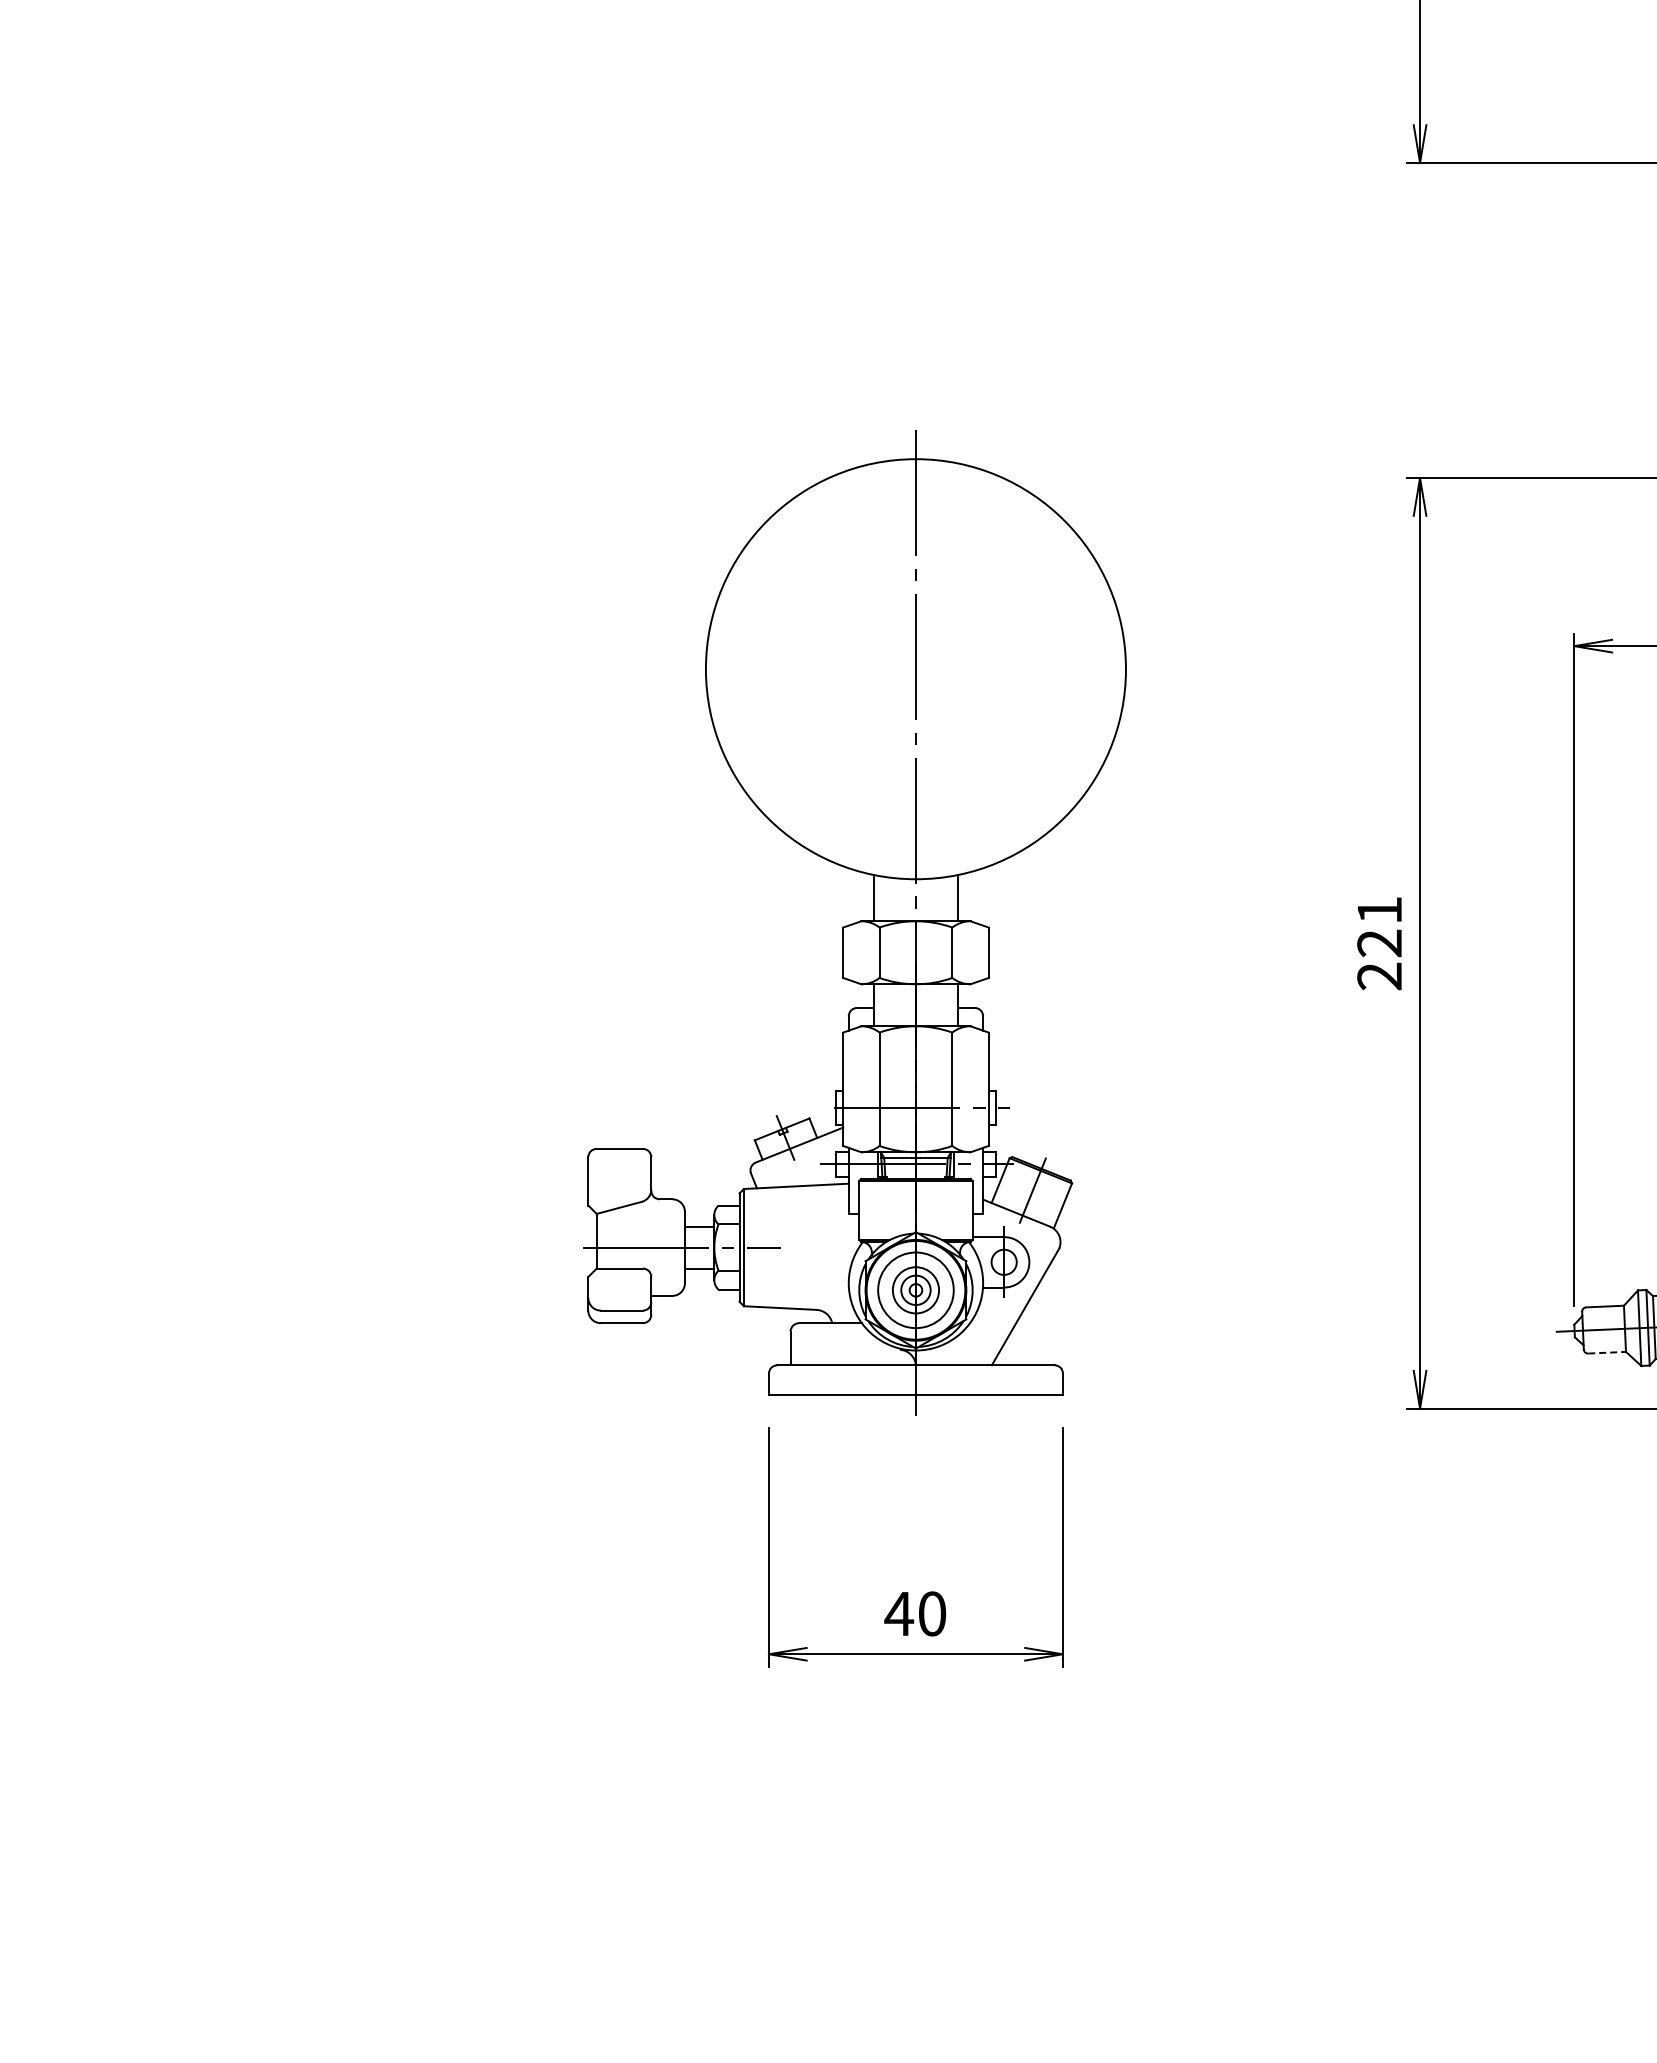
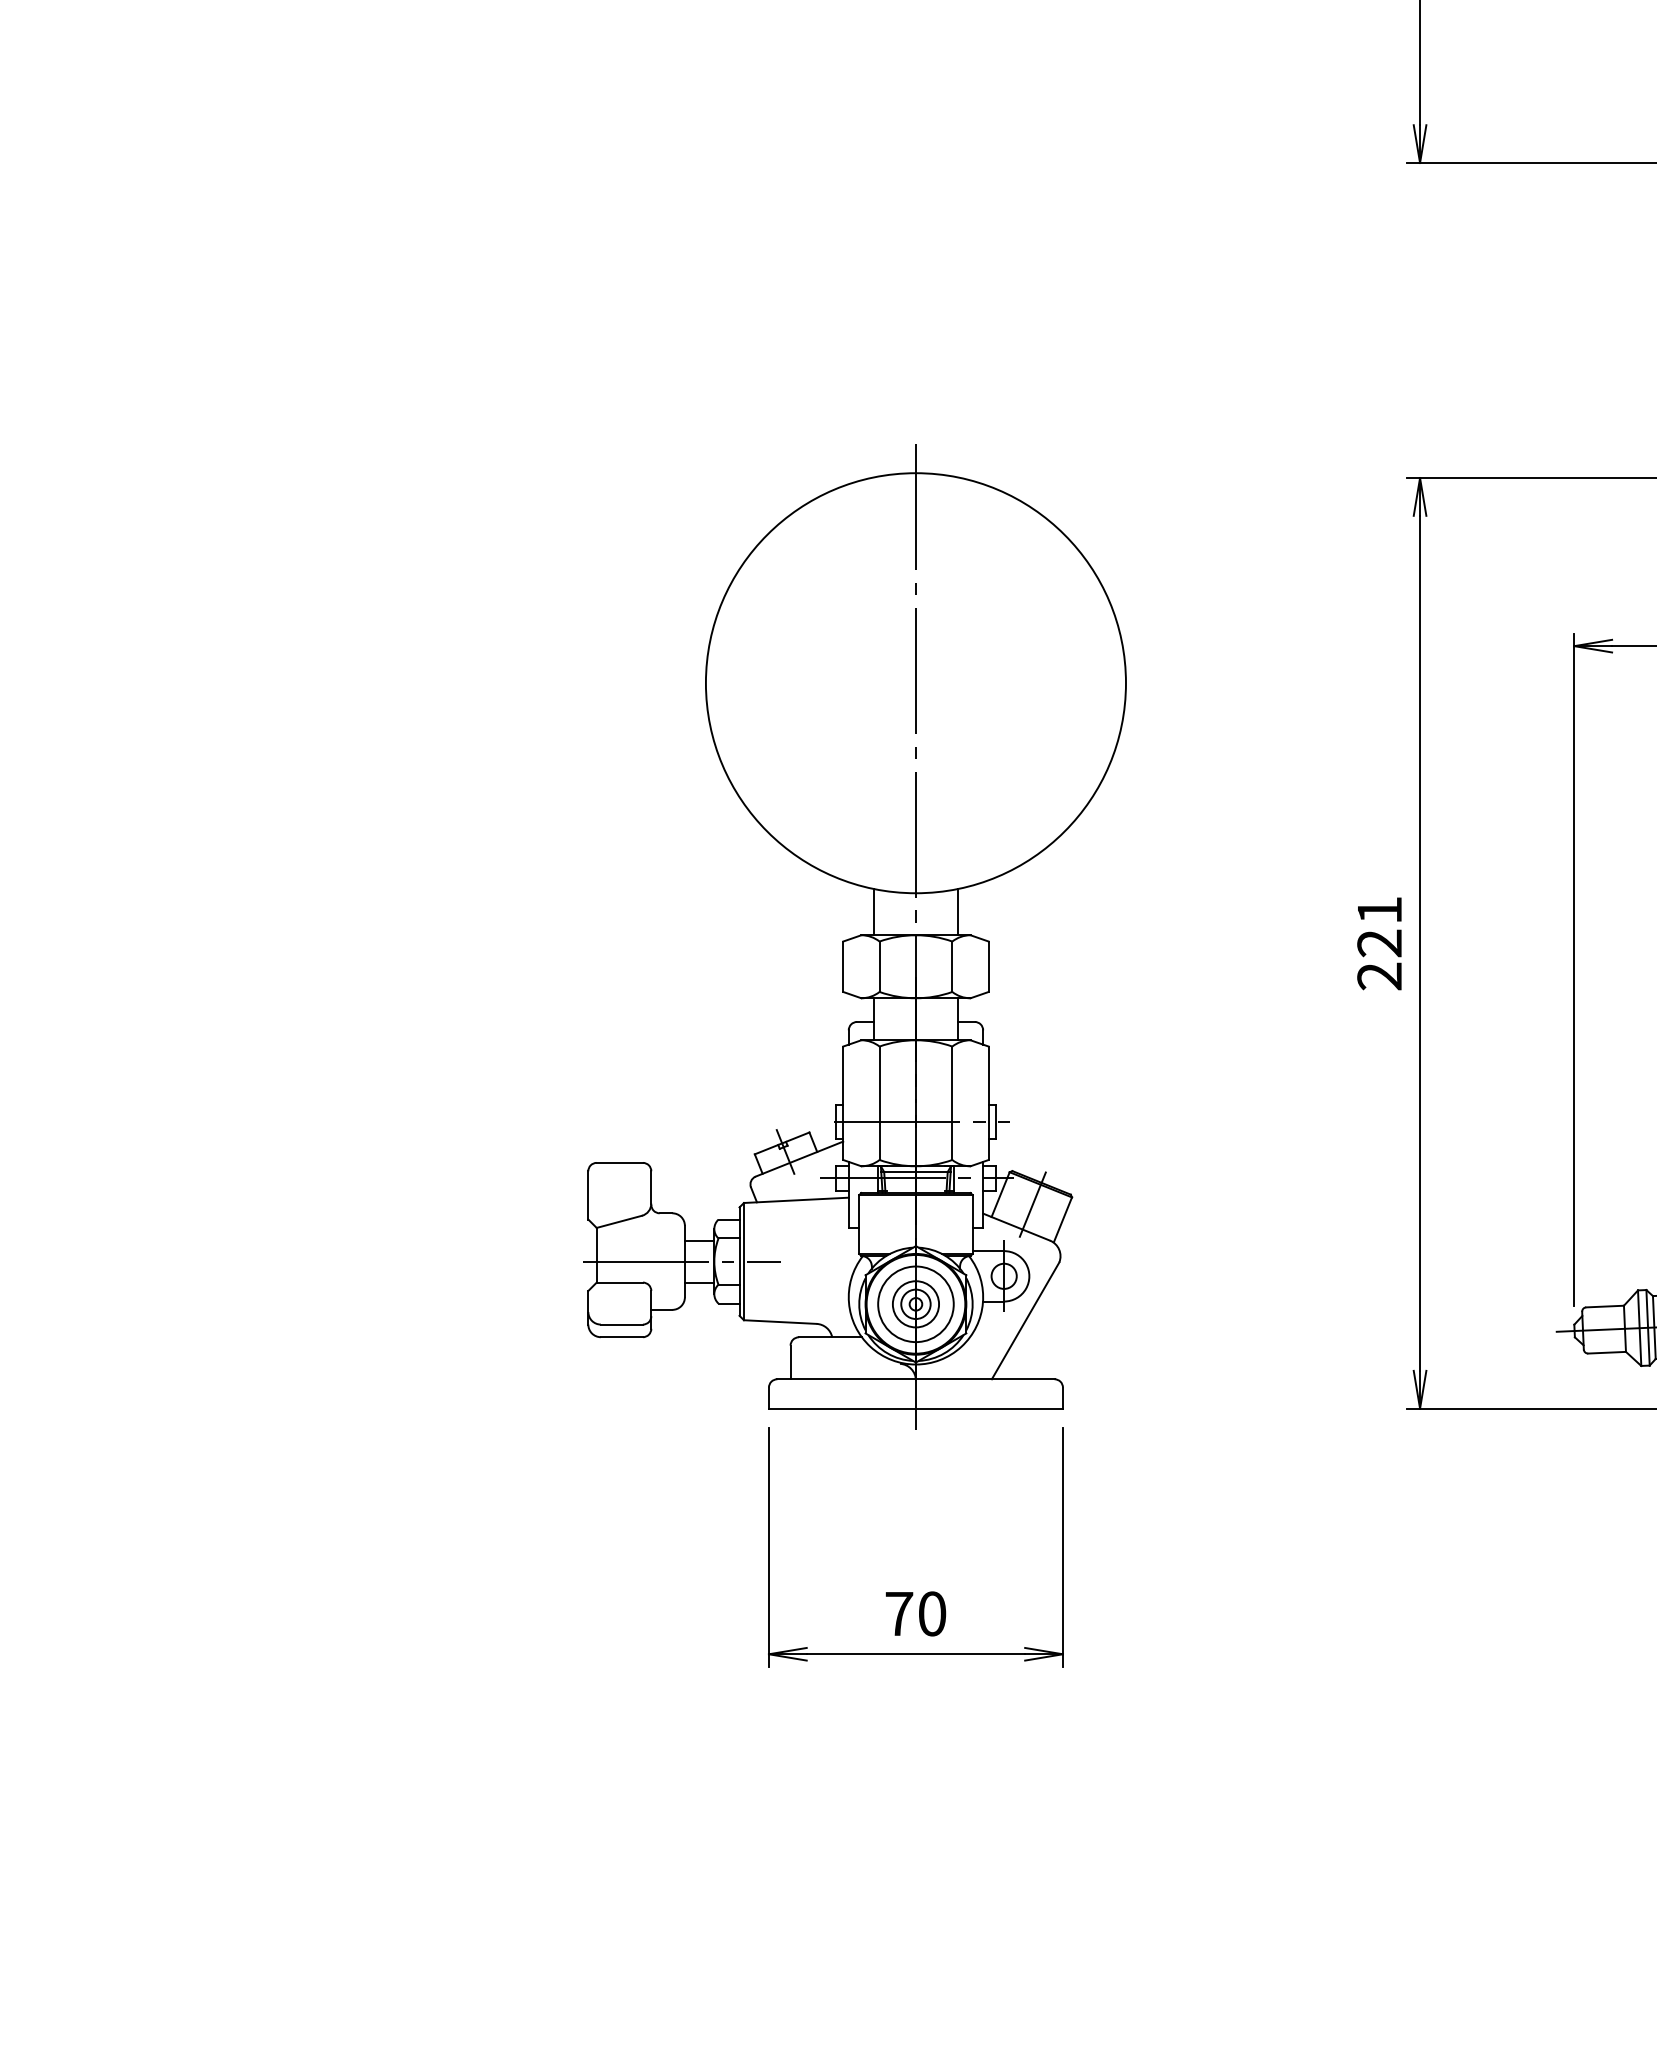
part at (854, 922) position: (854, 922) -> (854, 936)
line at (1607, 1352): dashed -> solid
text at (899, 1613): 40 -> 70
